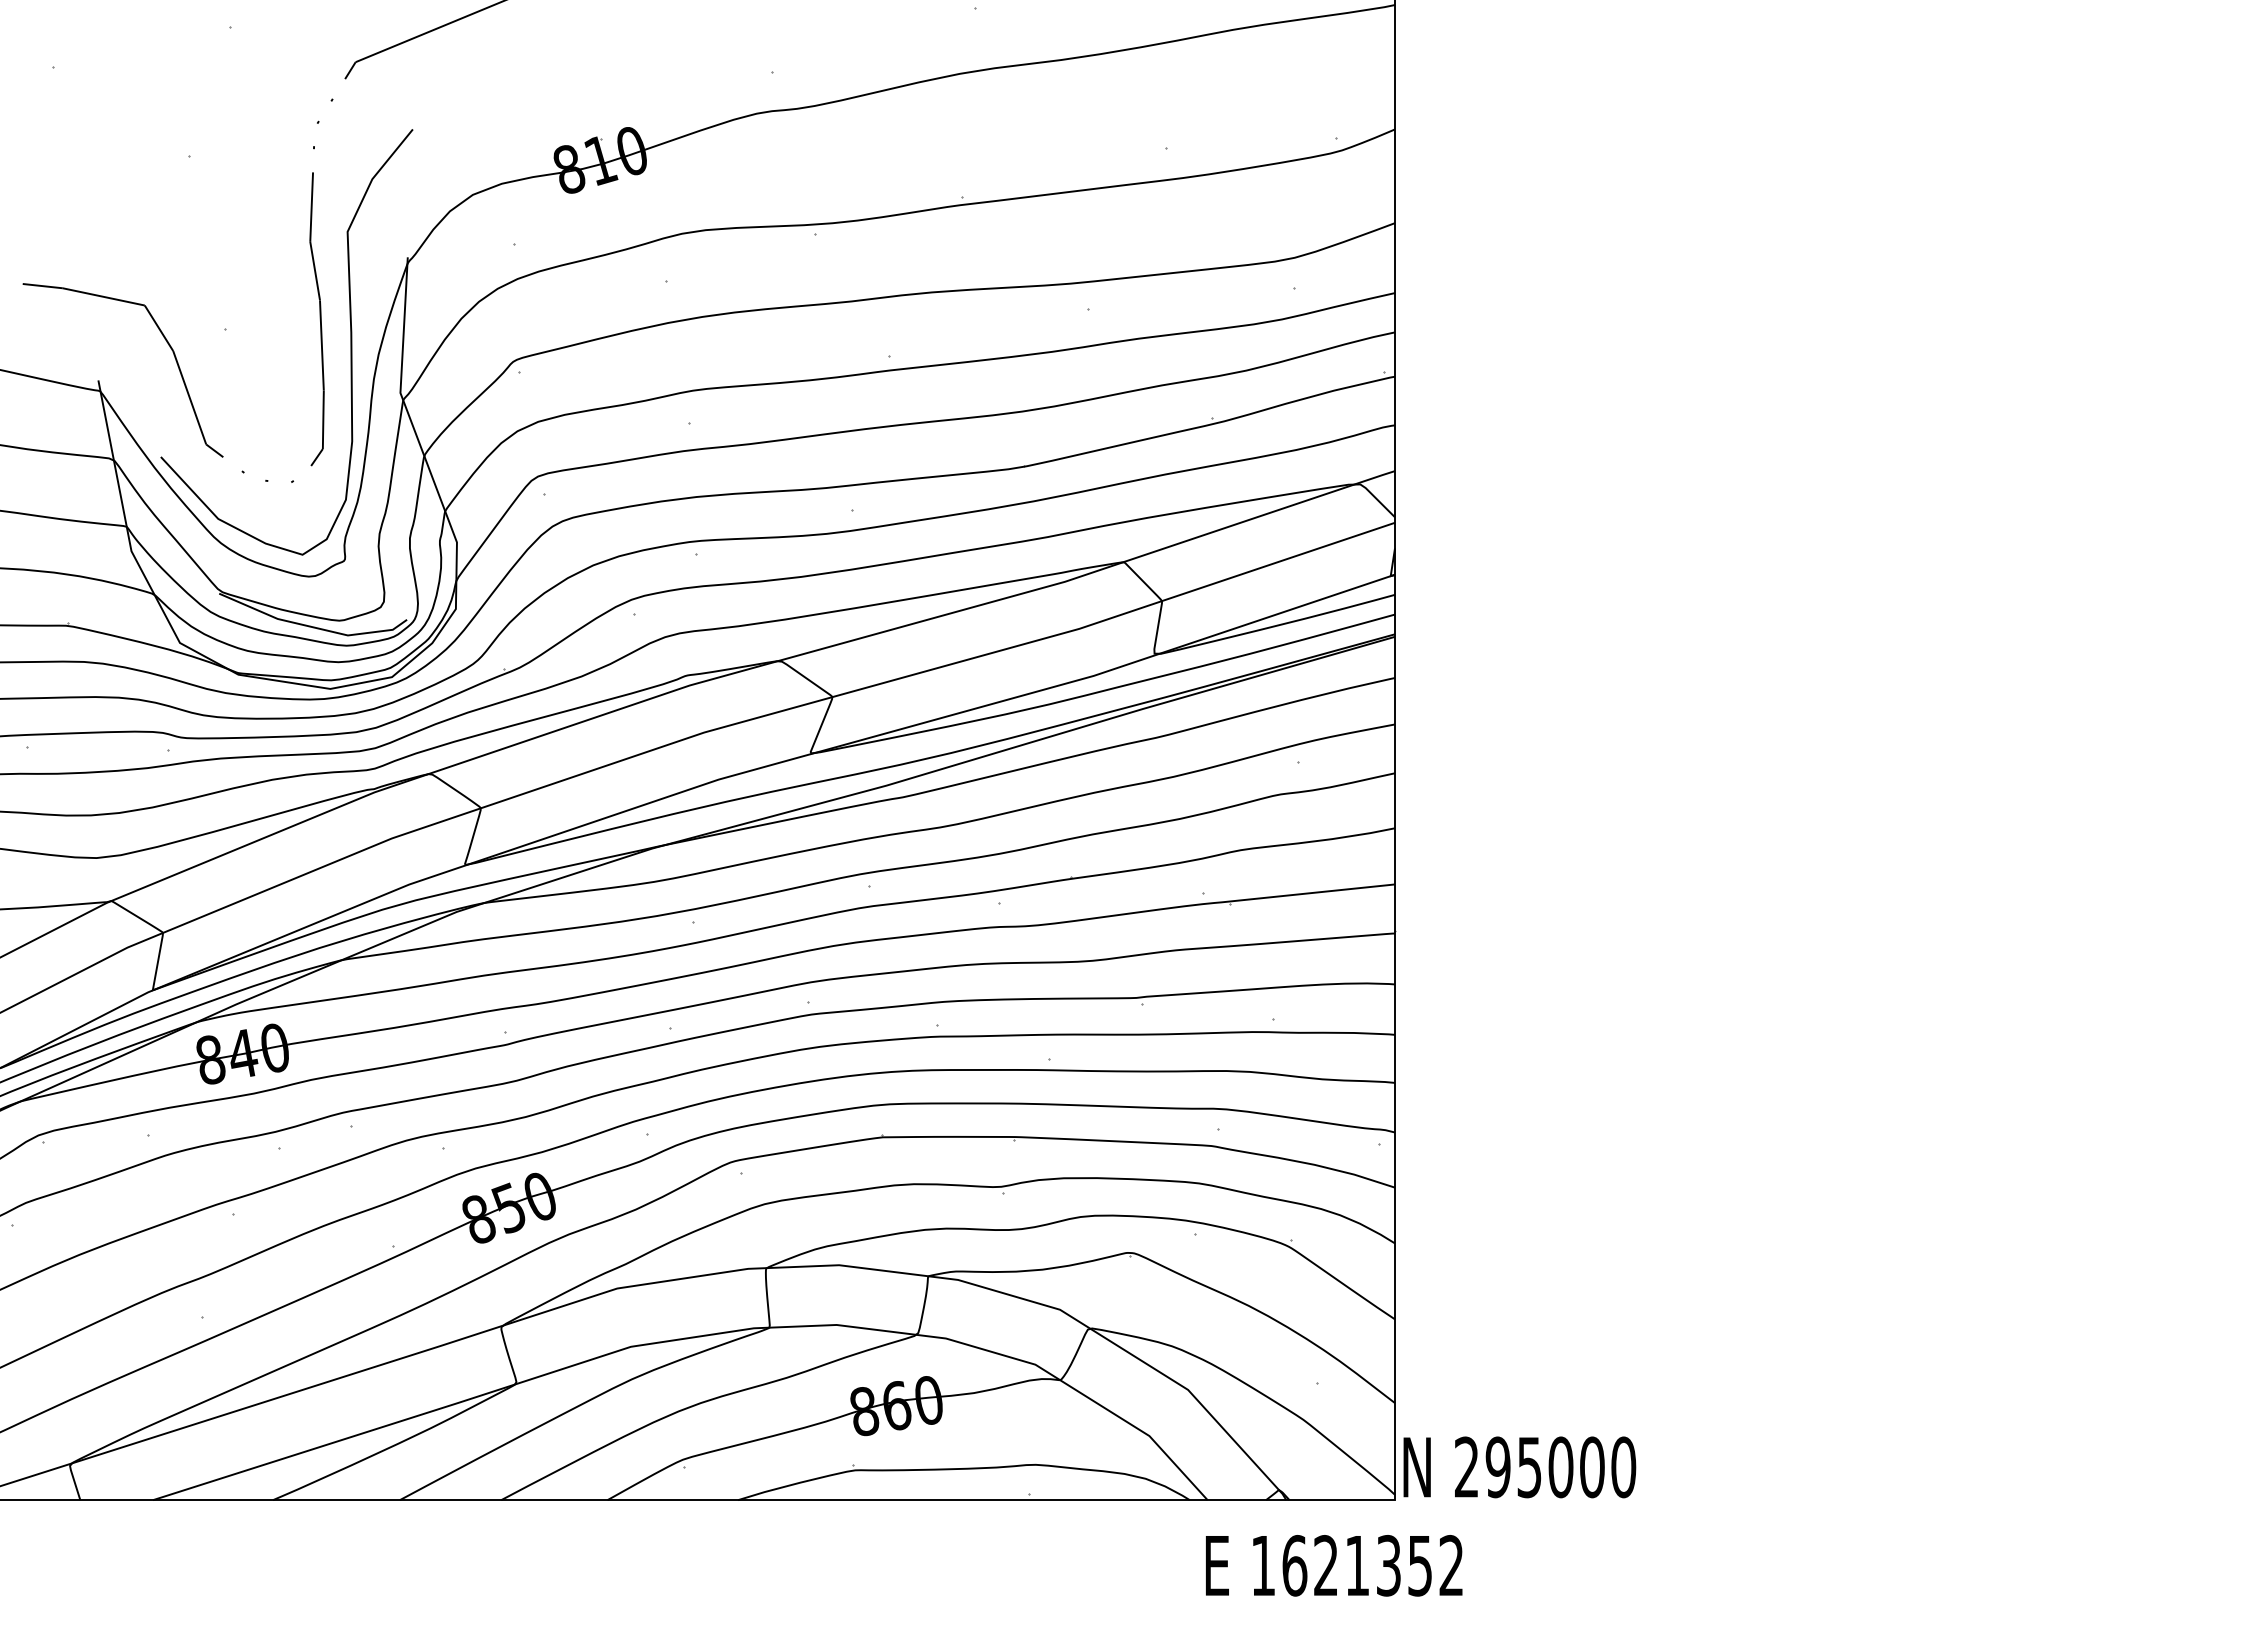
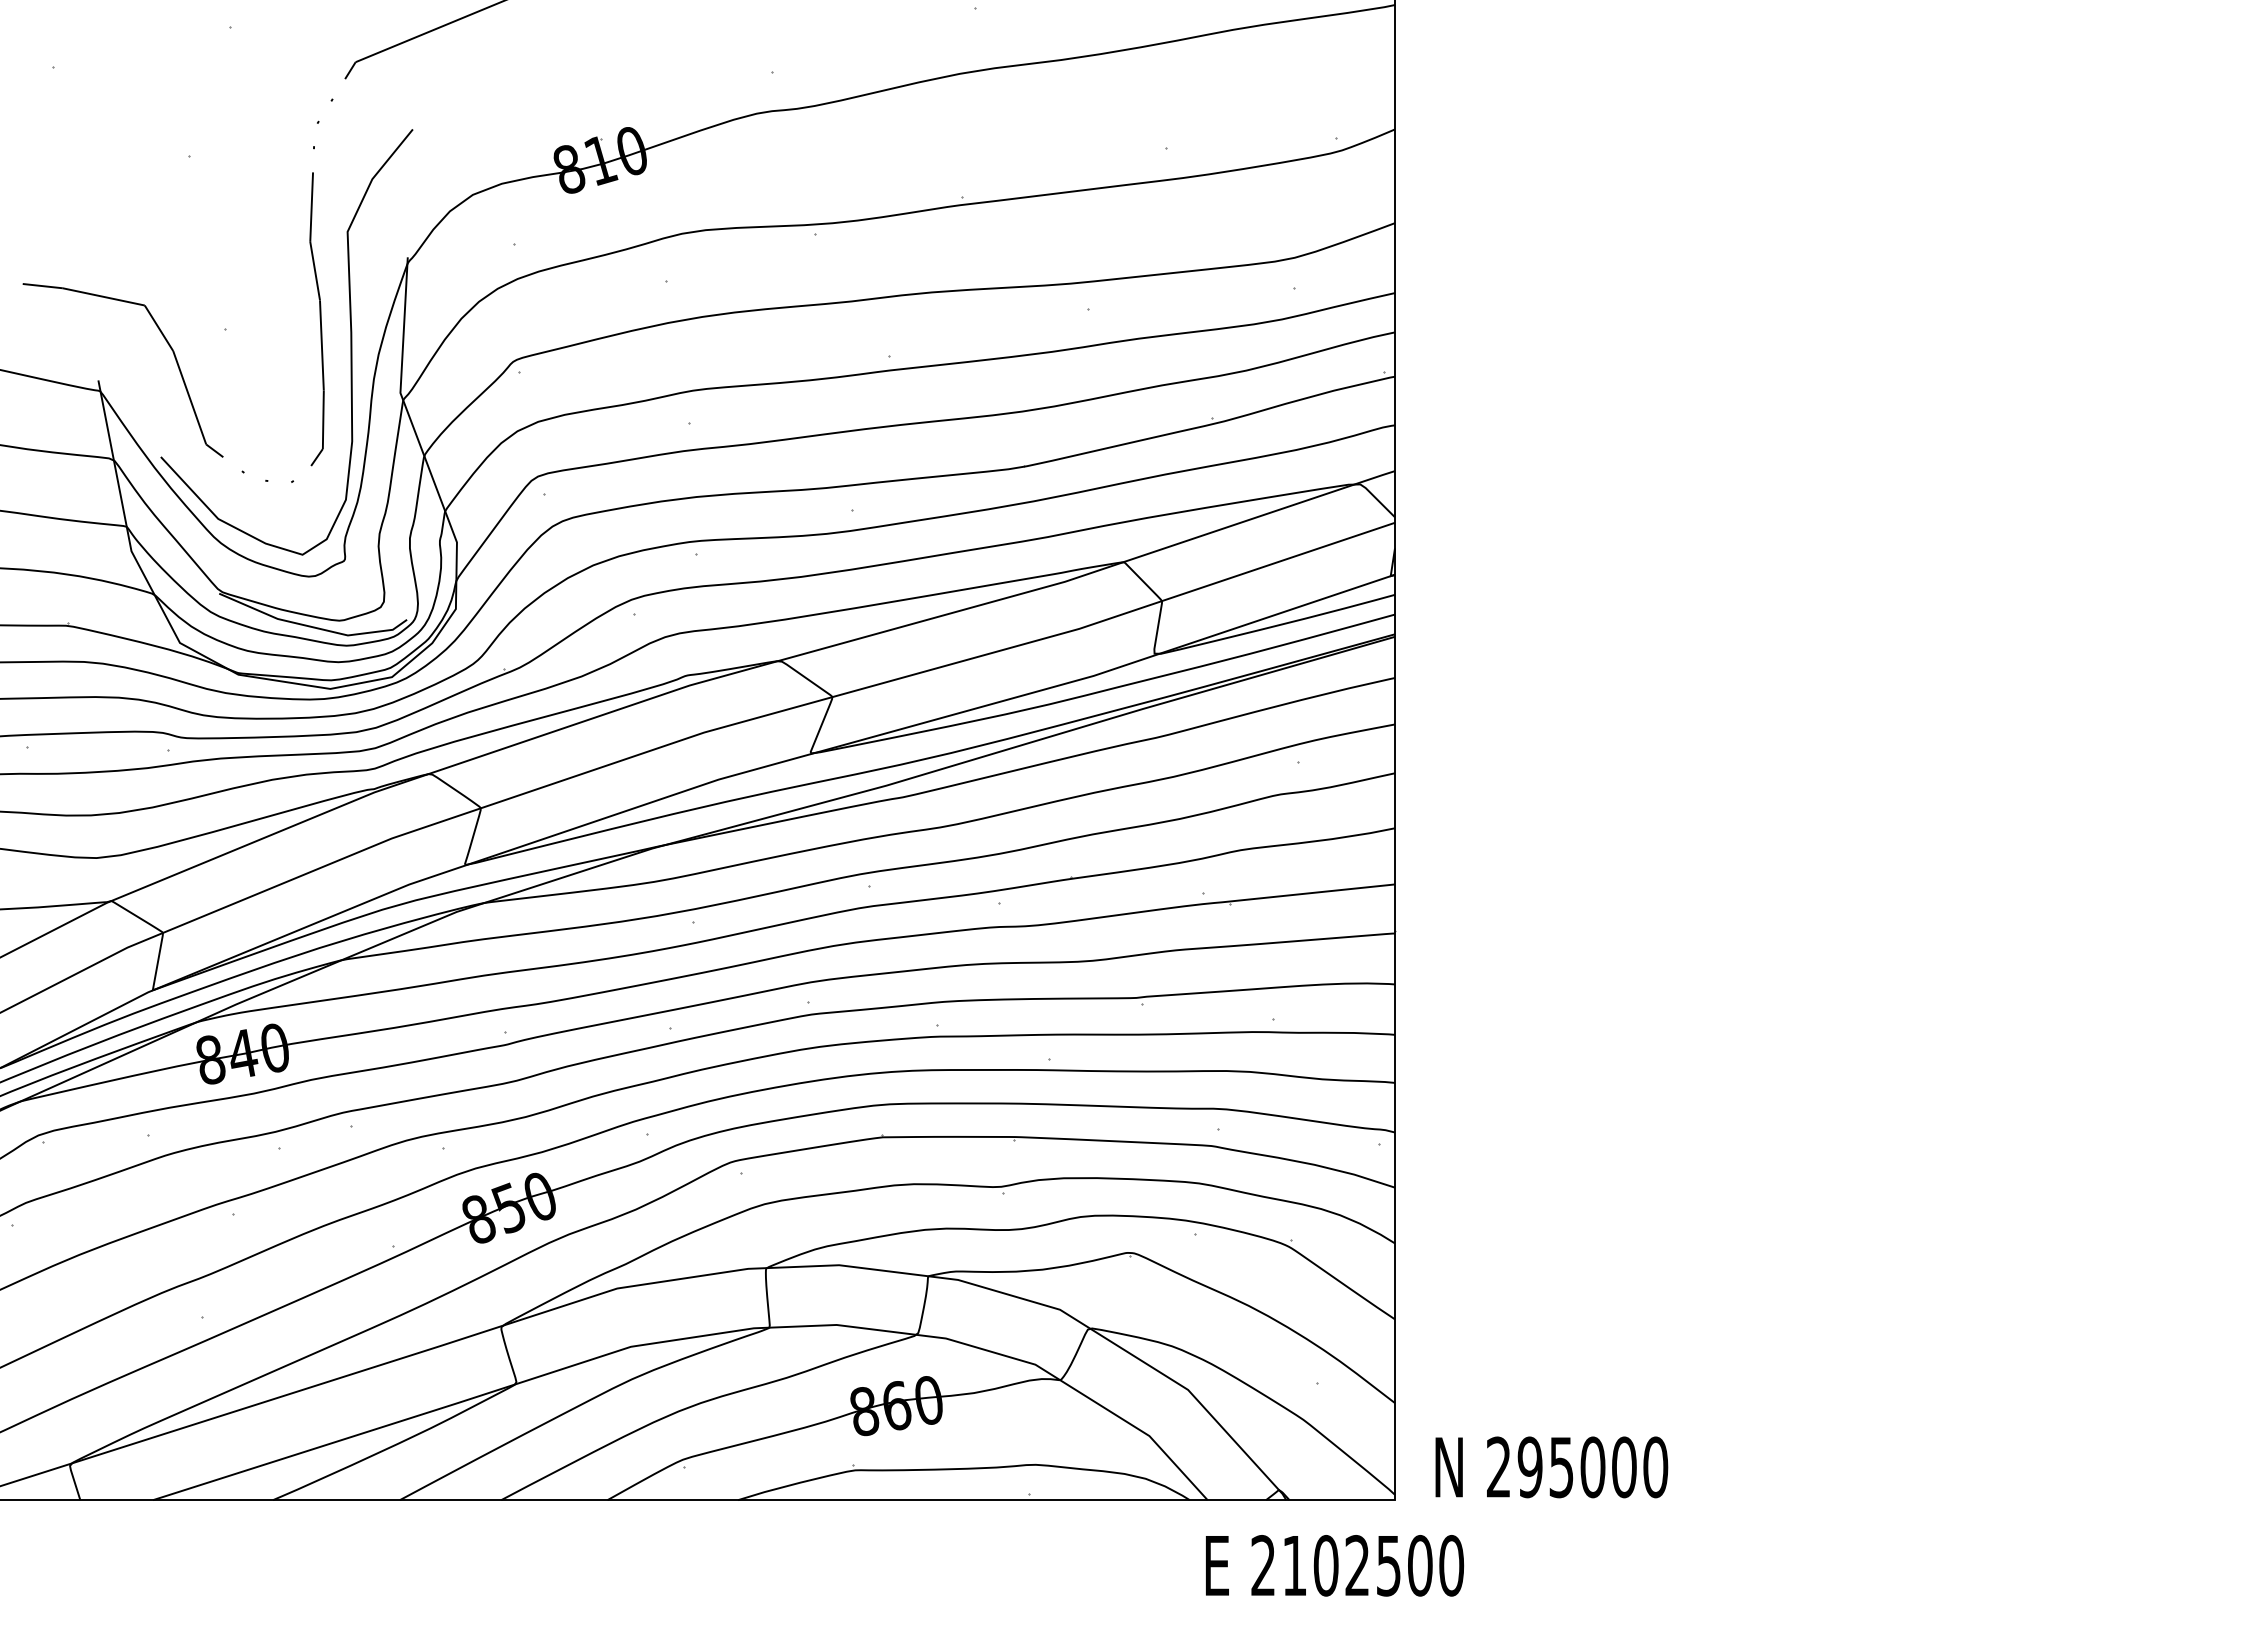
text at (1519, 1467) position: (1519, 1467) -> (1551, 1467)
text at (1357, 1565): 1621352 -> 2102500
